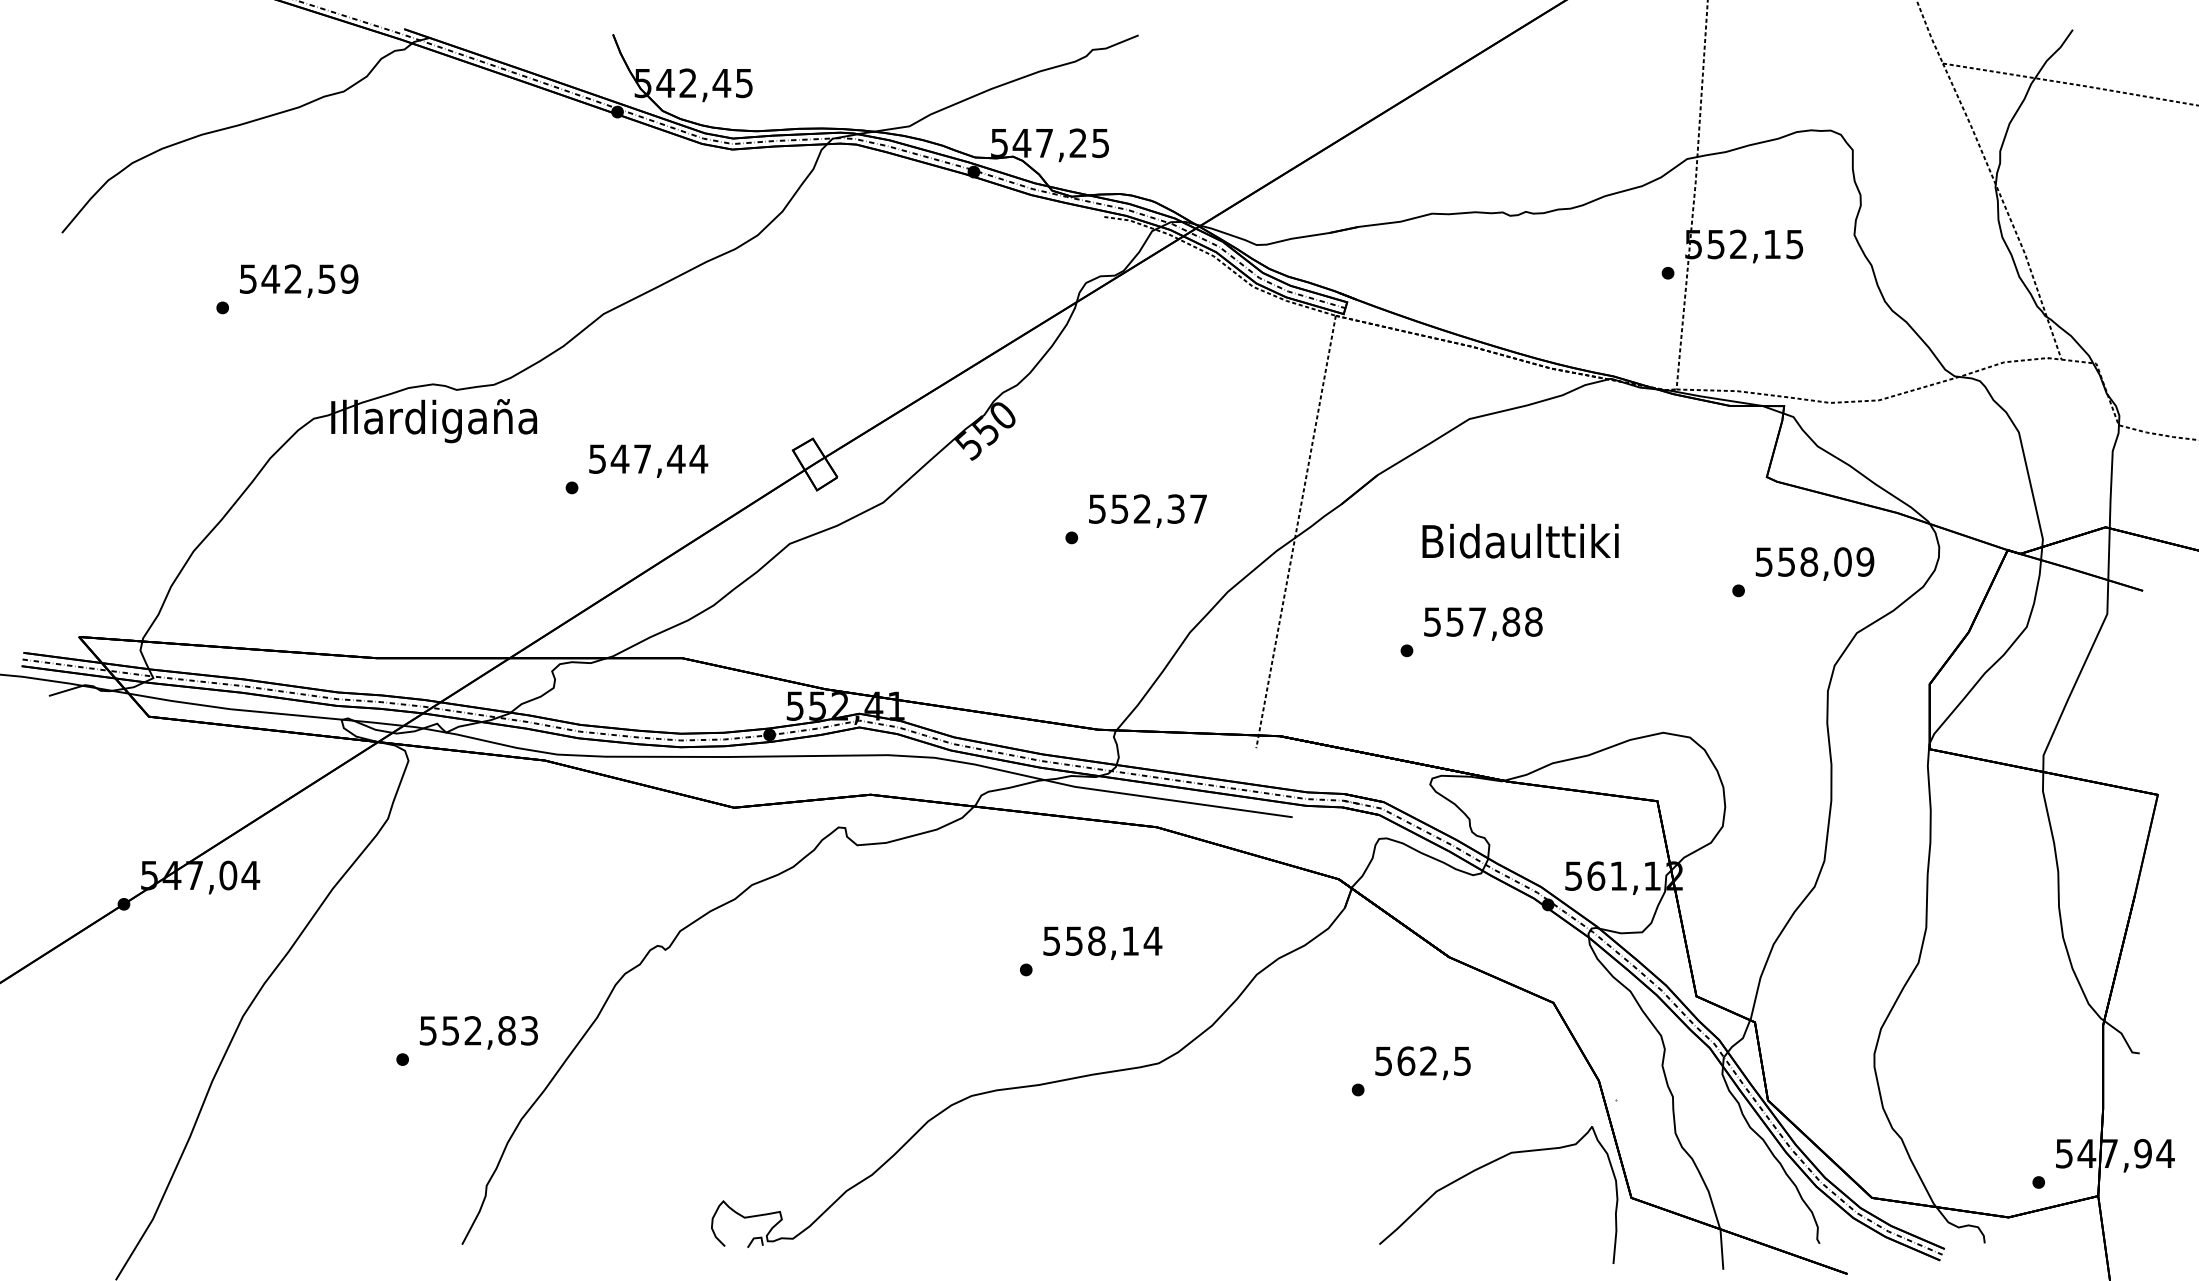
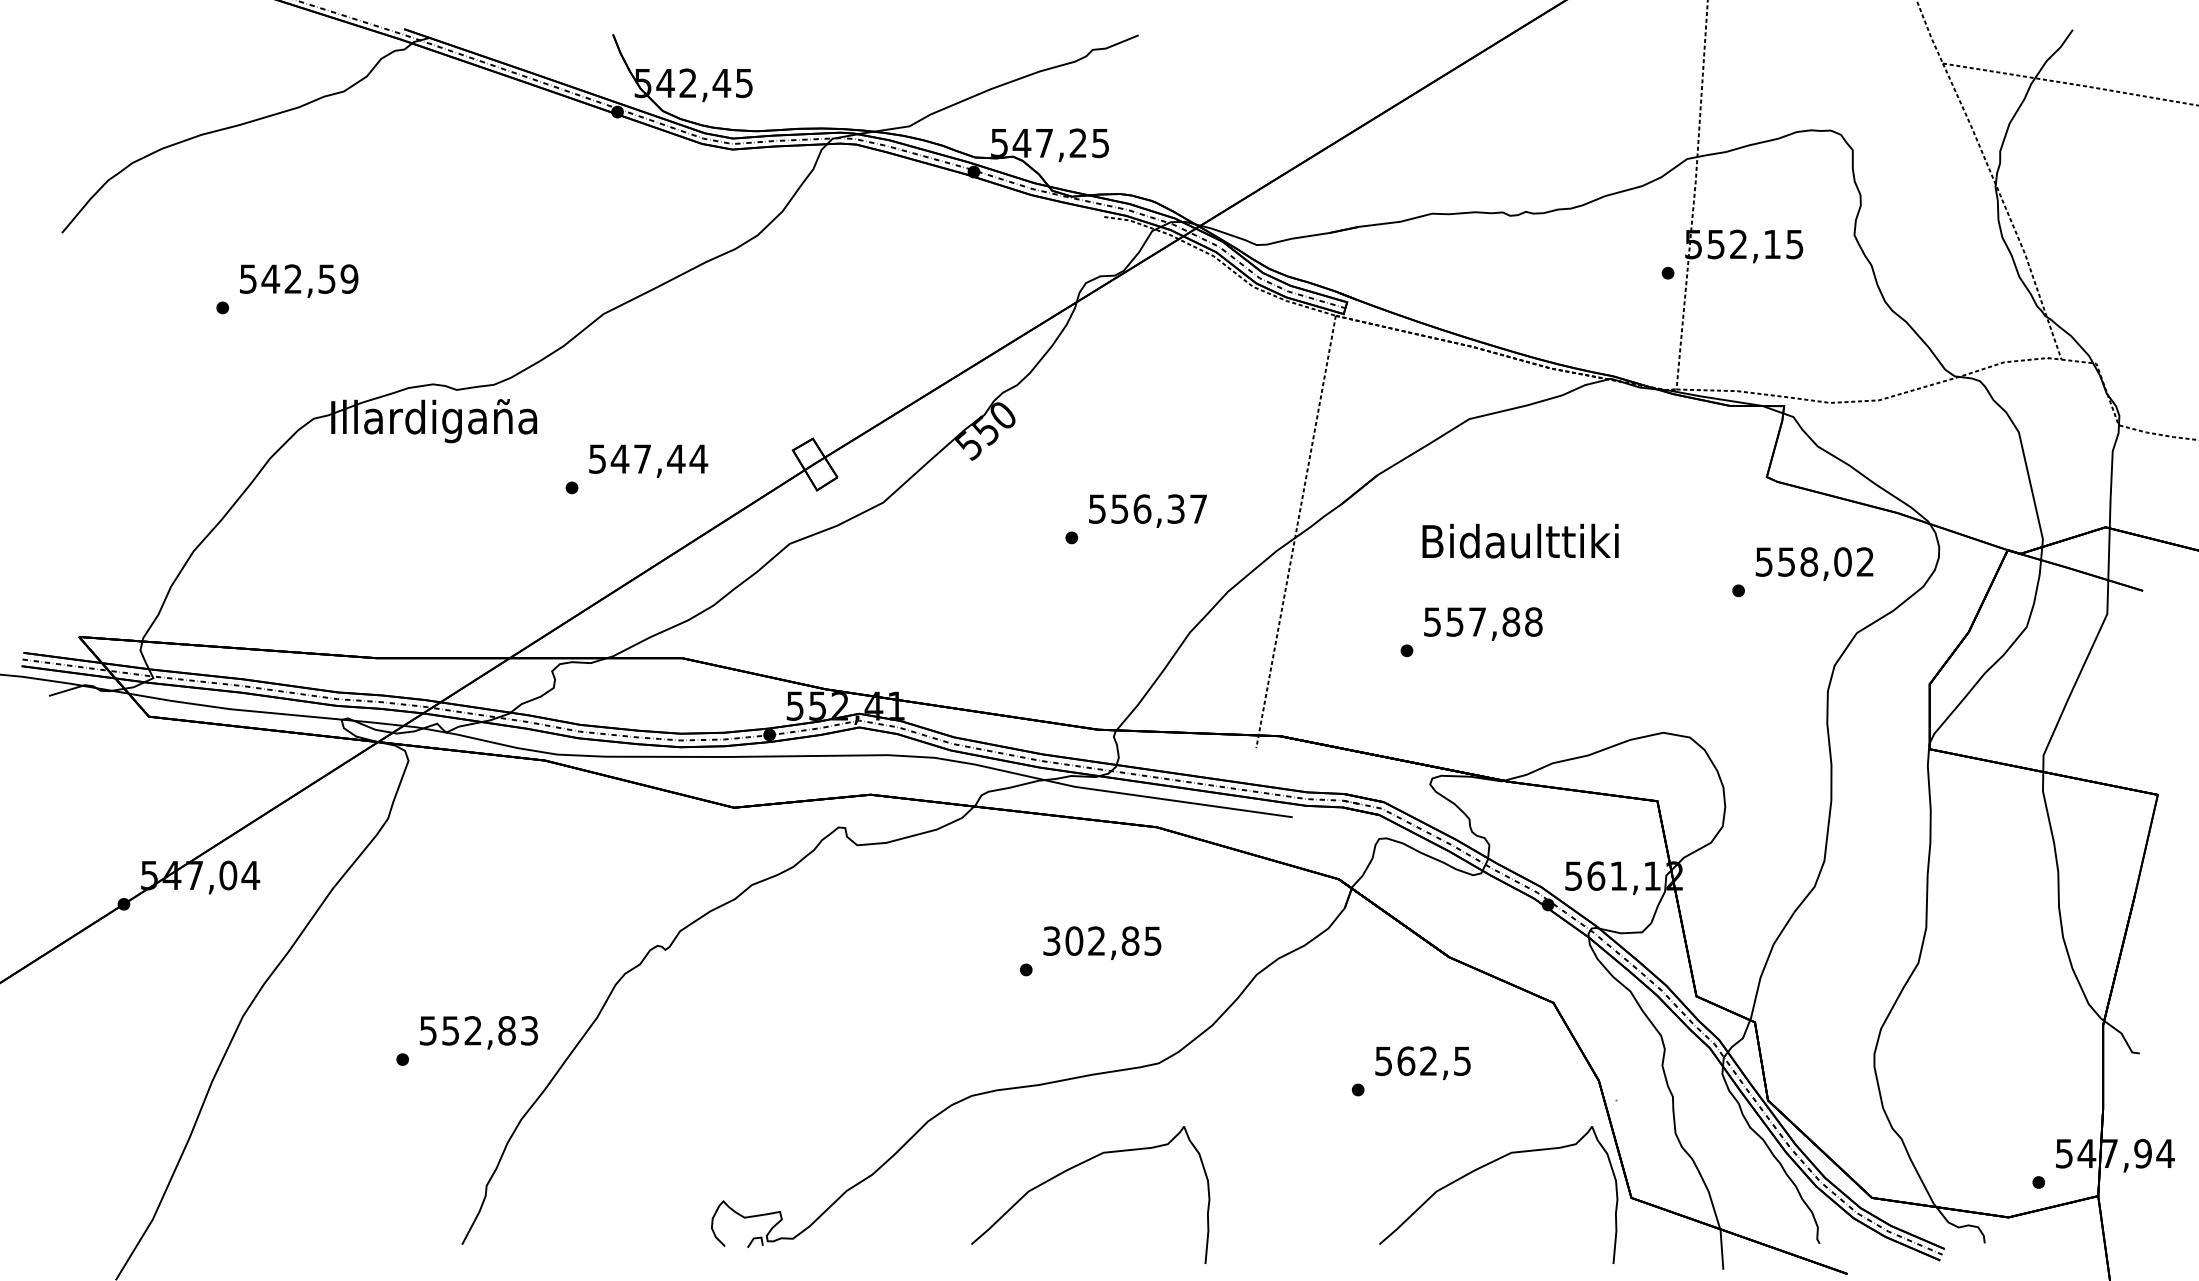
text at (1142, 508): 552,37 -> 556,37
text at (1865, 561): 558,09 -> 558,02
text at (1103, 940): 558,14 -> 302,85
curve at (1077, 1166): none -> present
